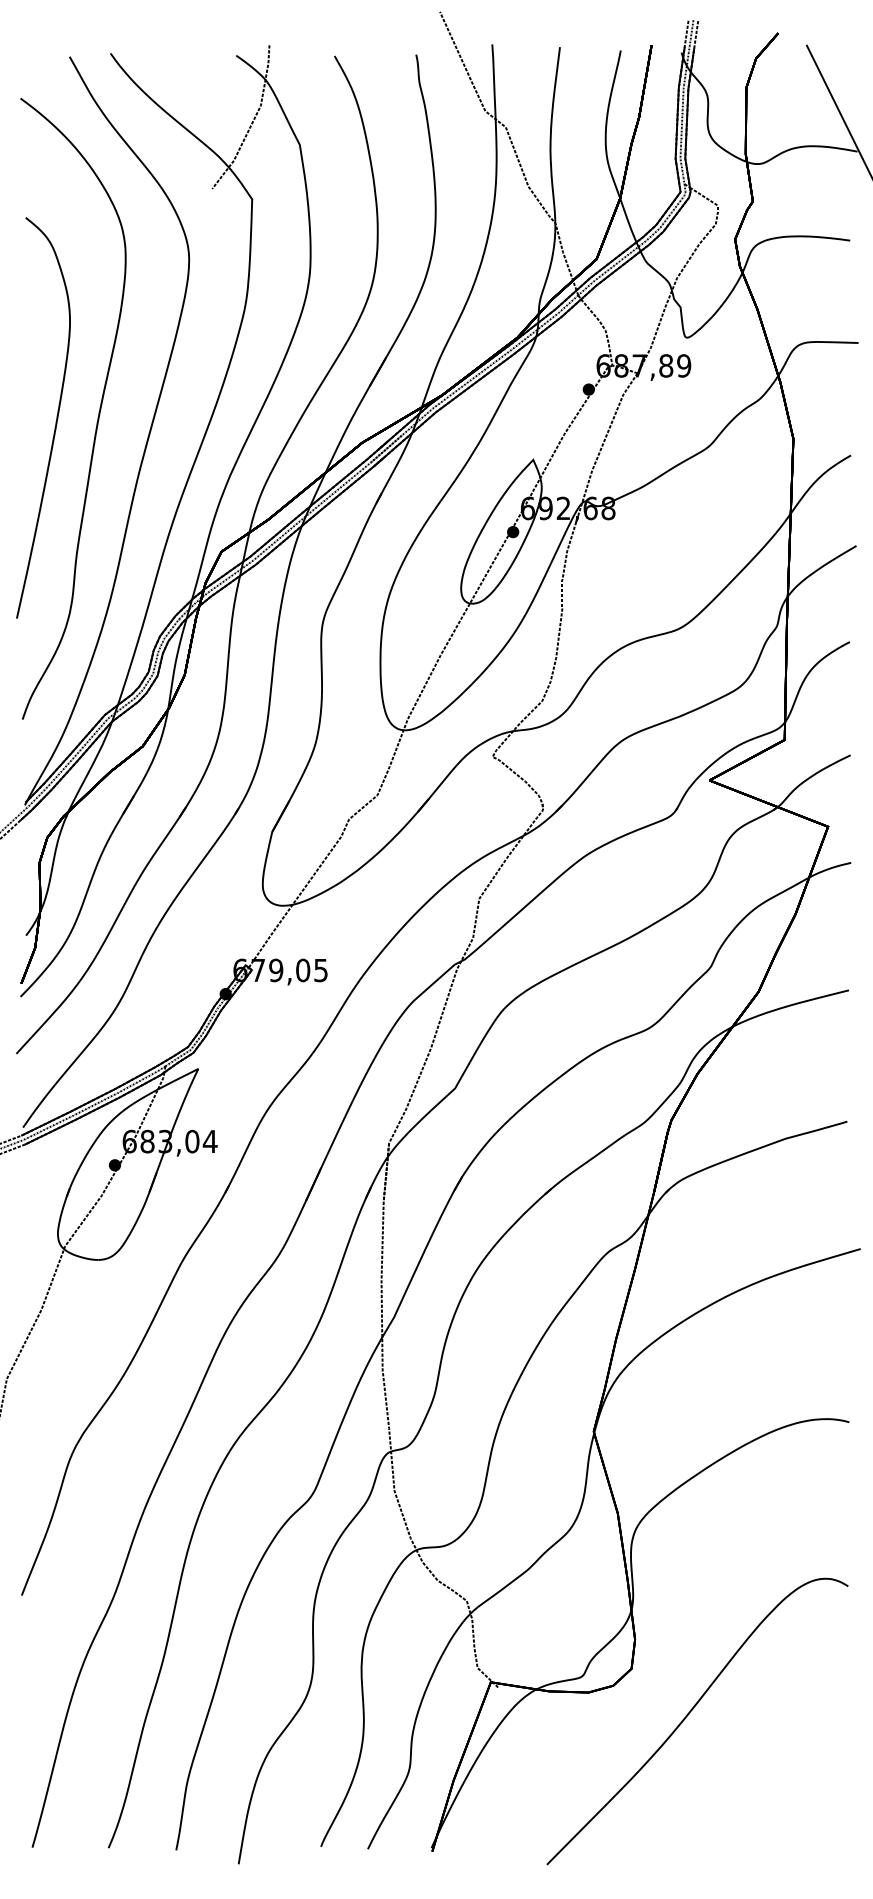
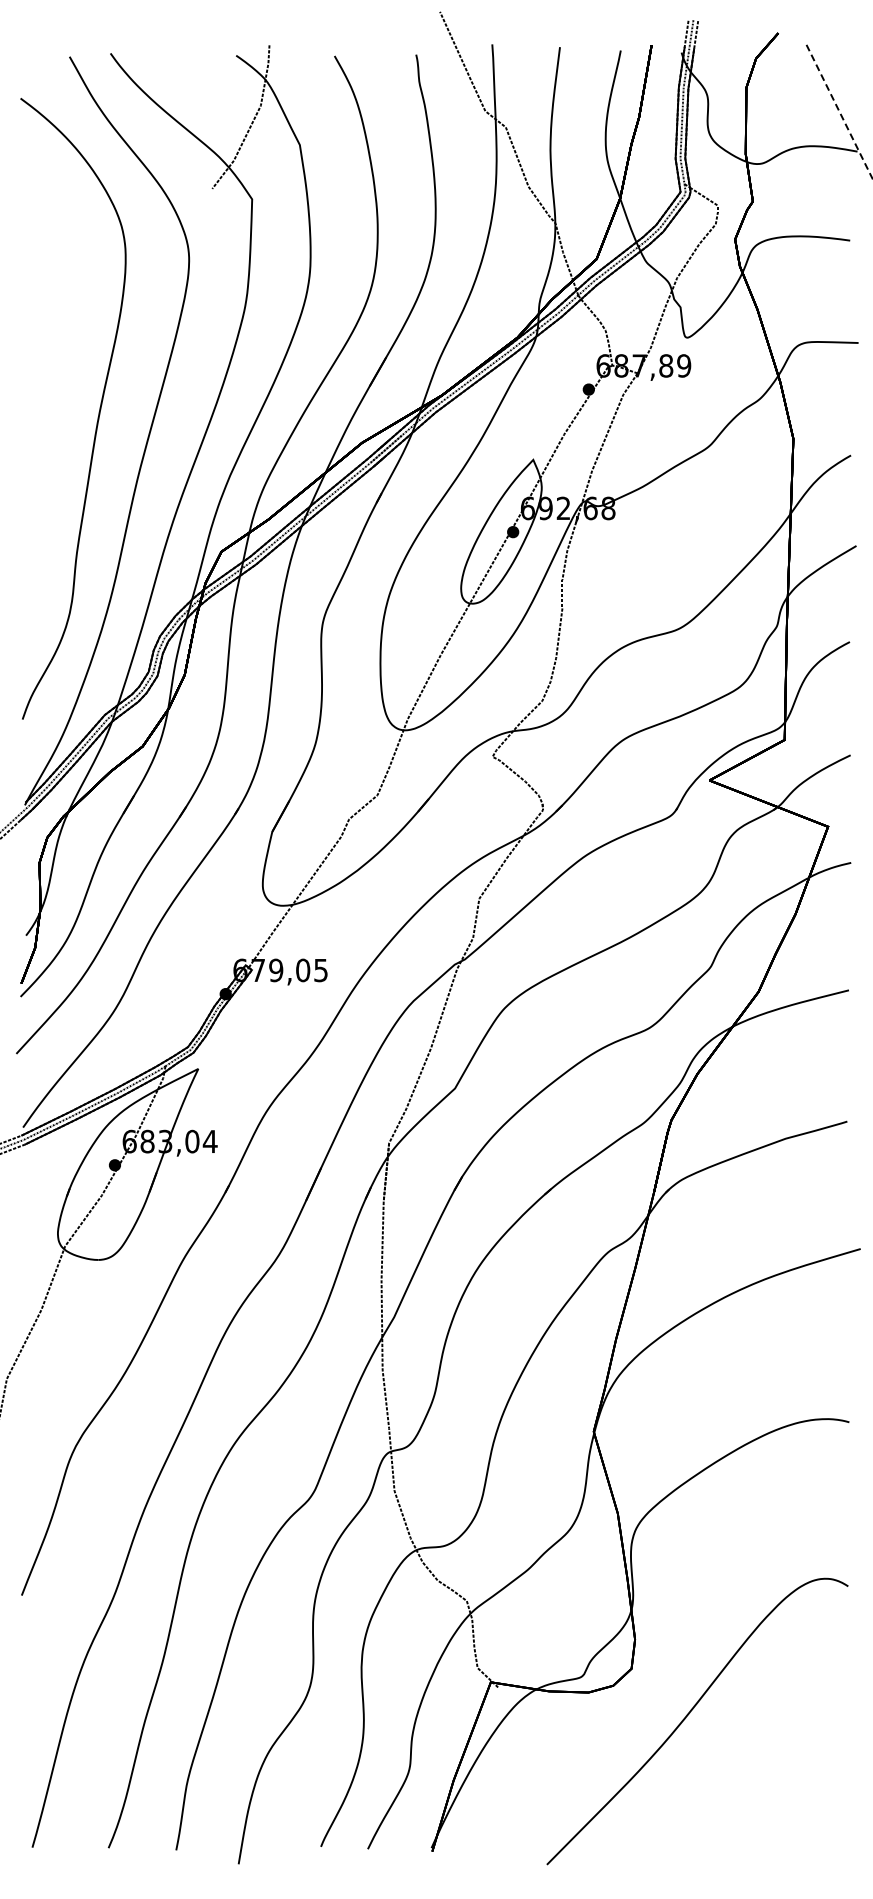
line at (839, 112): solid -> dashed
part at (55, 421): present -> none
